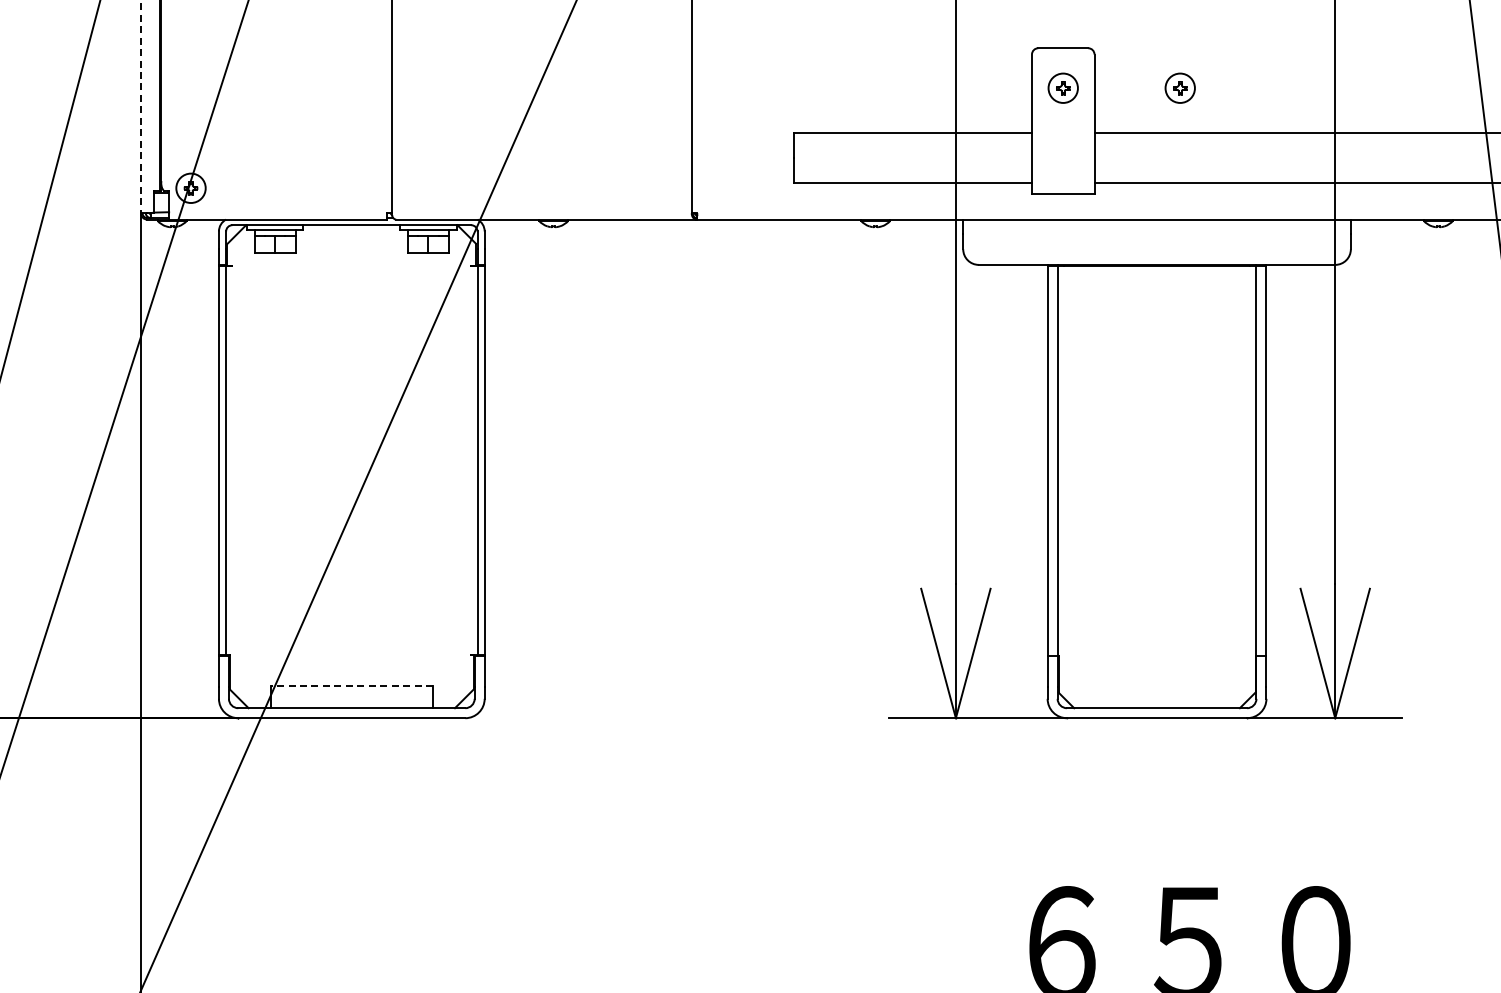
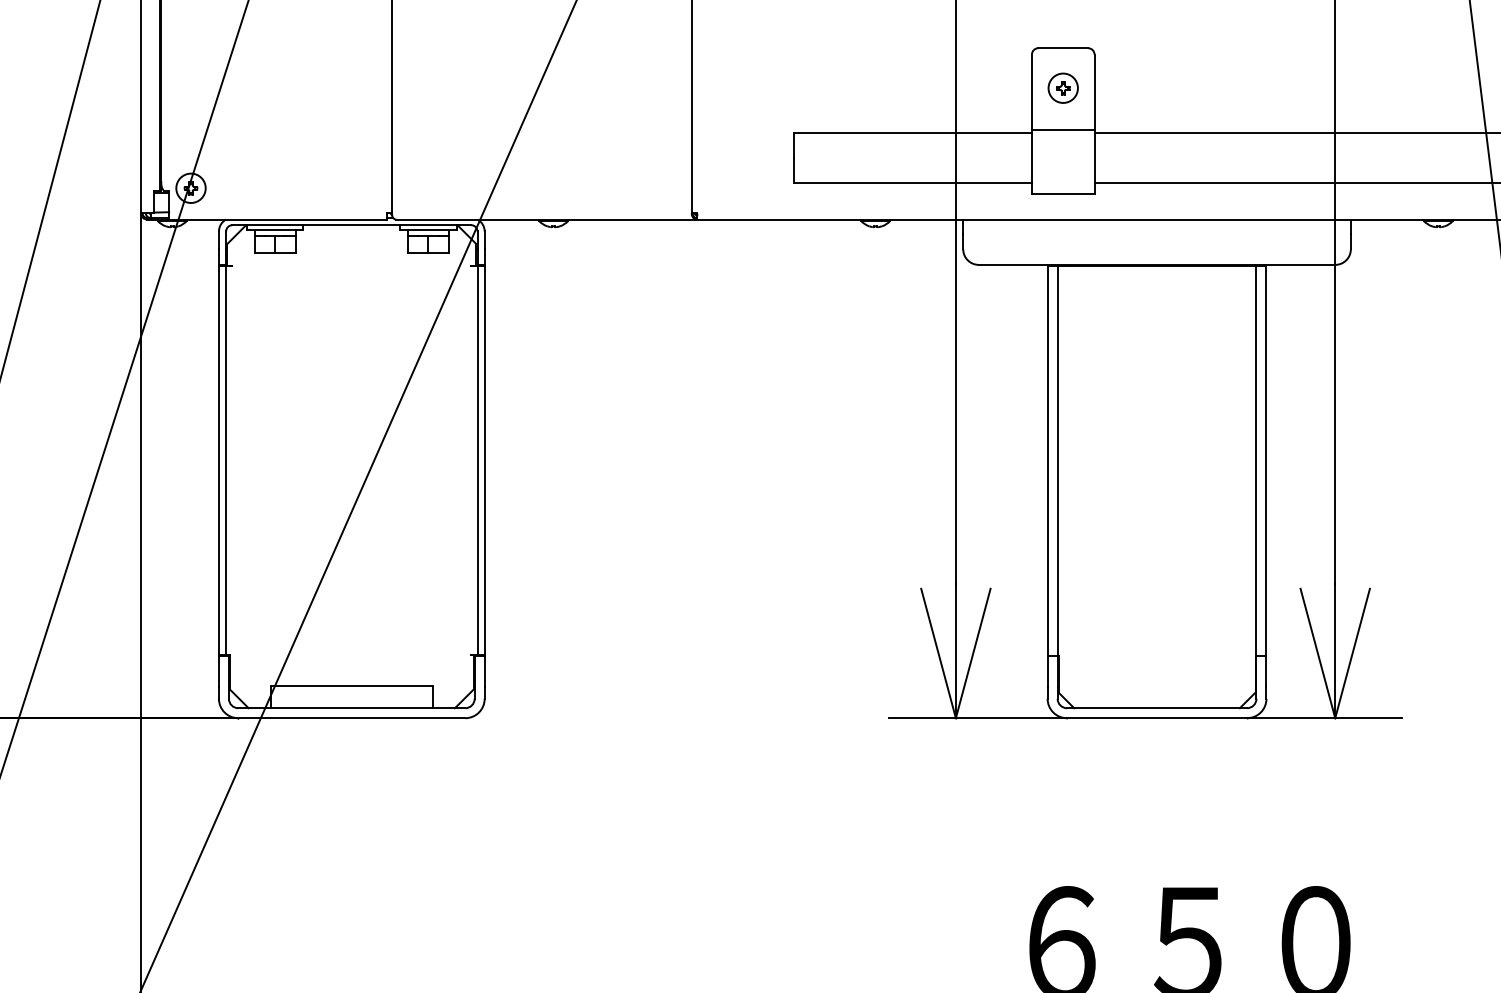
part at (1179, 87): present -> none
line at (141, 107): dashed -> solid
line at (1062, 129): none -> present
line at (351, 686): dashed -> solid
